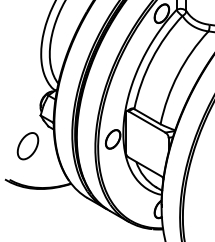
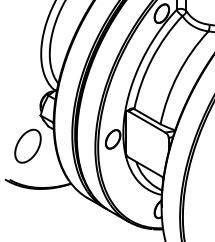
part at (27, 146) size: 24x29 px -> 28x36 px
